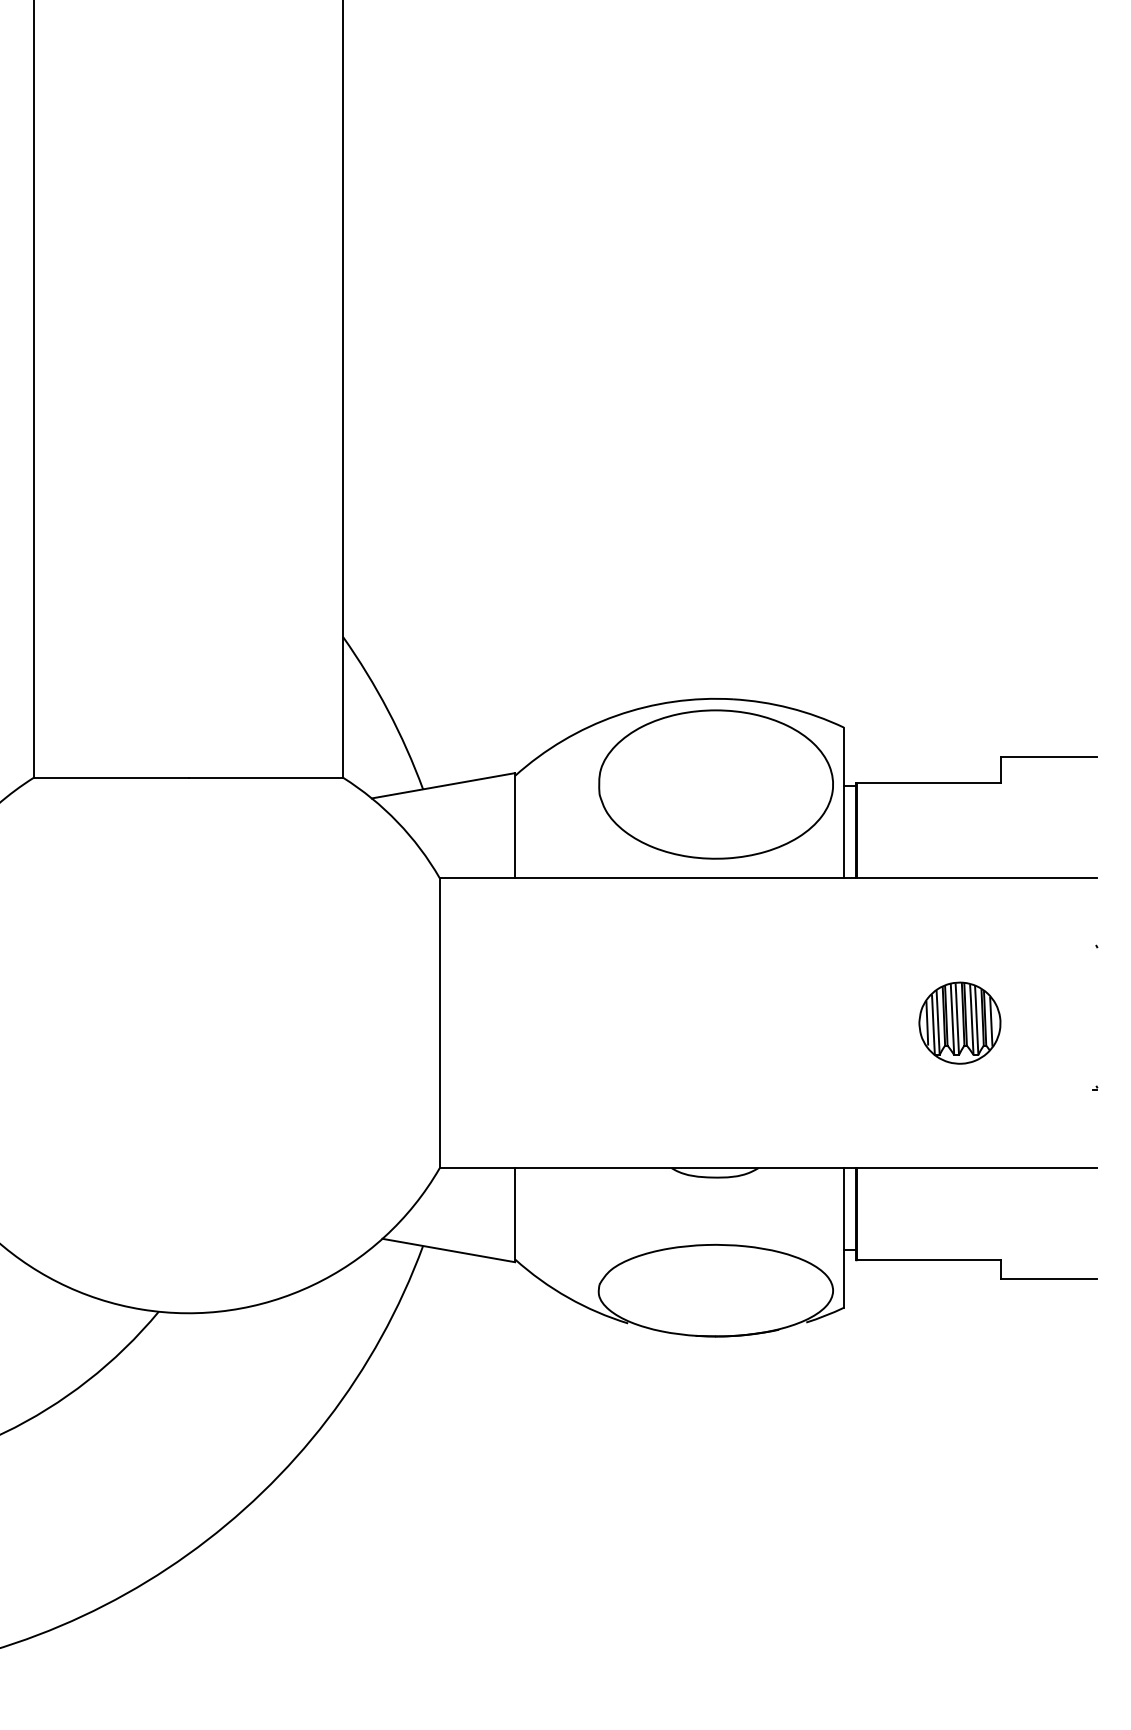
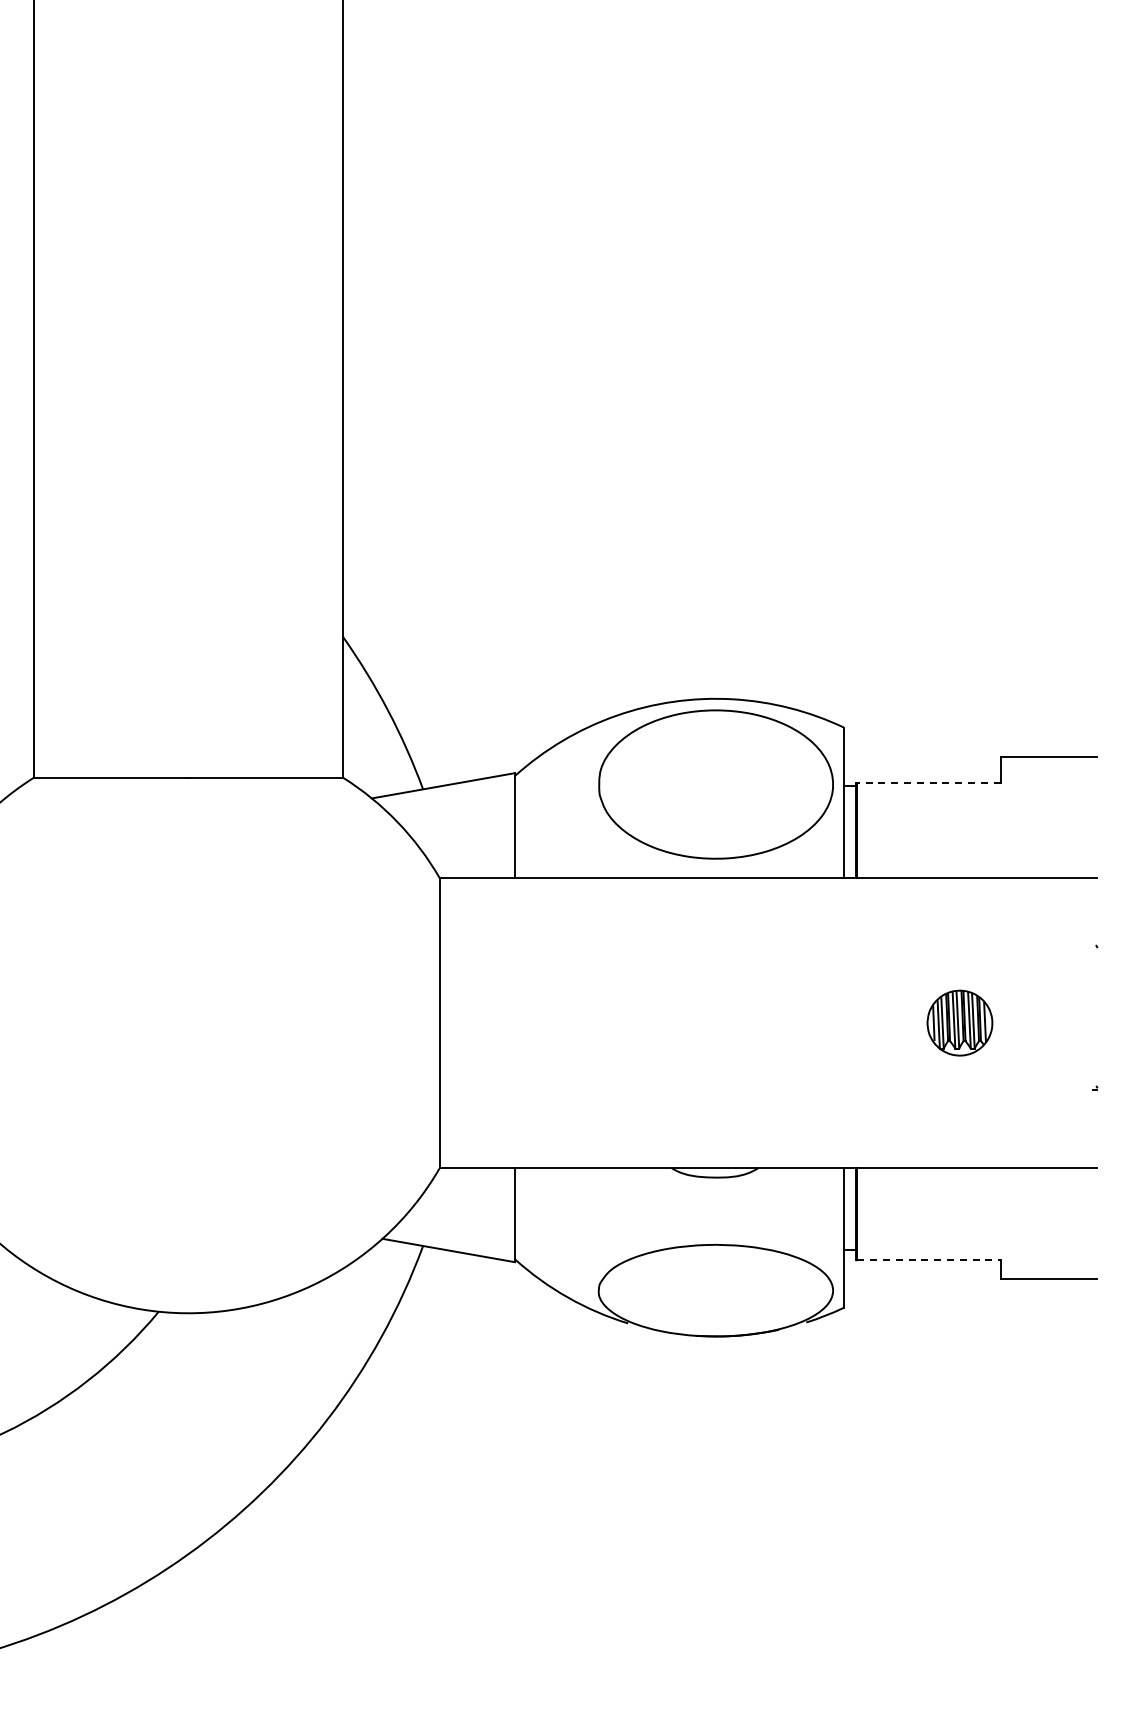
line at (928, 782): solid -> dashed
part at (959, 1022) size: 84x84 px -> 68x68 px
line at (928, 1260): solid -> dashed
